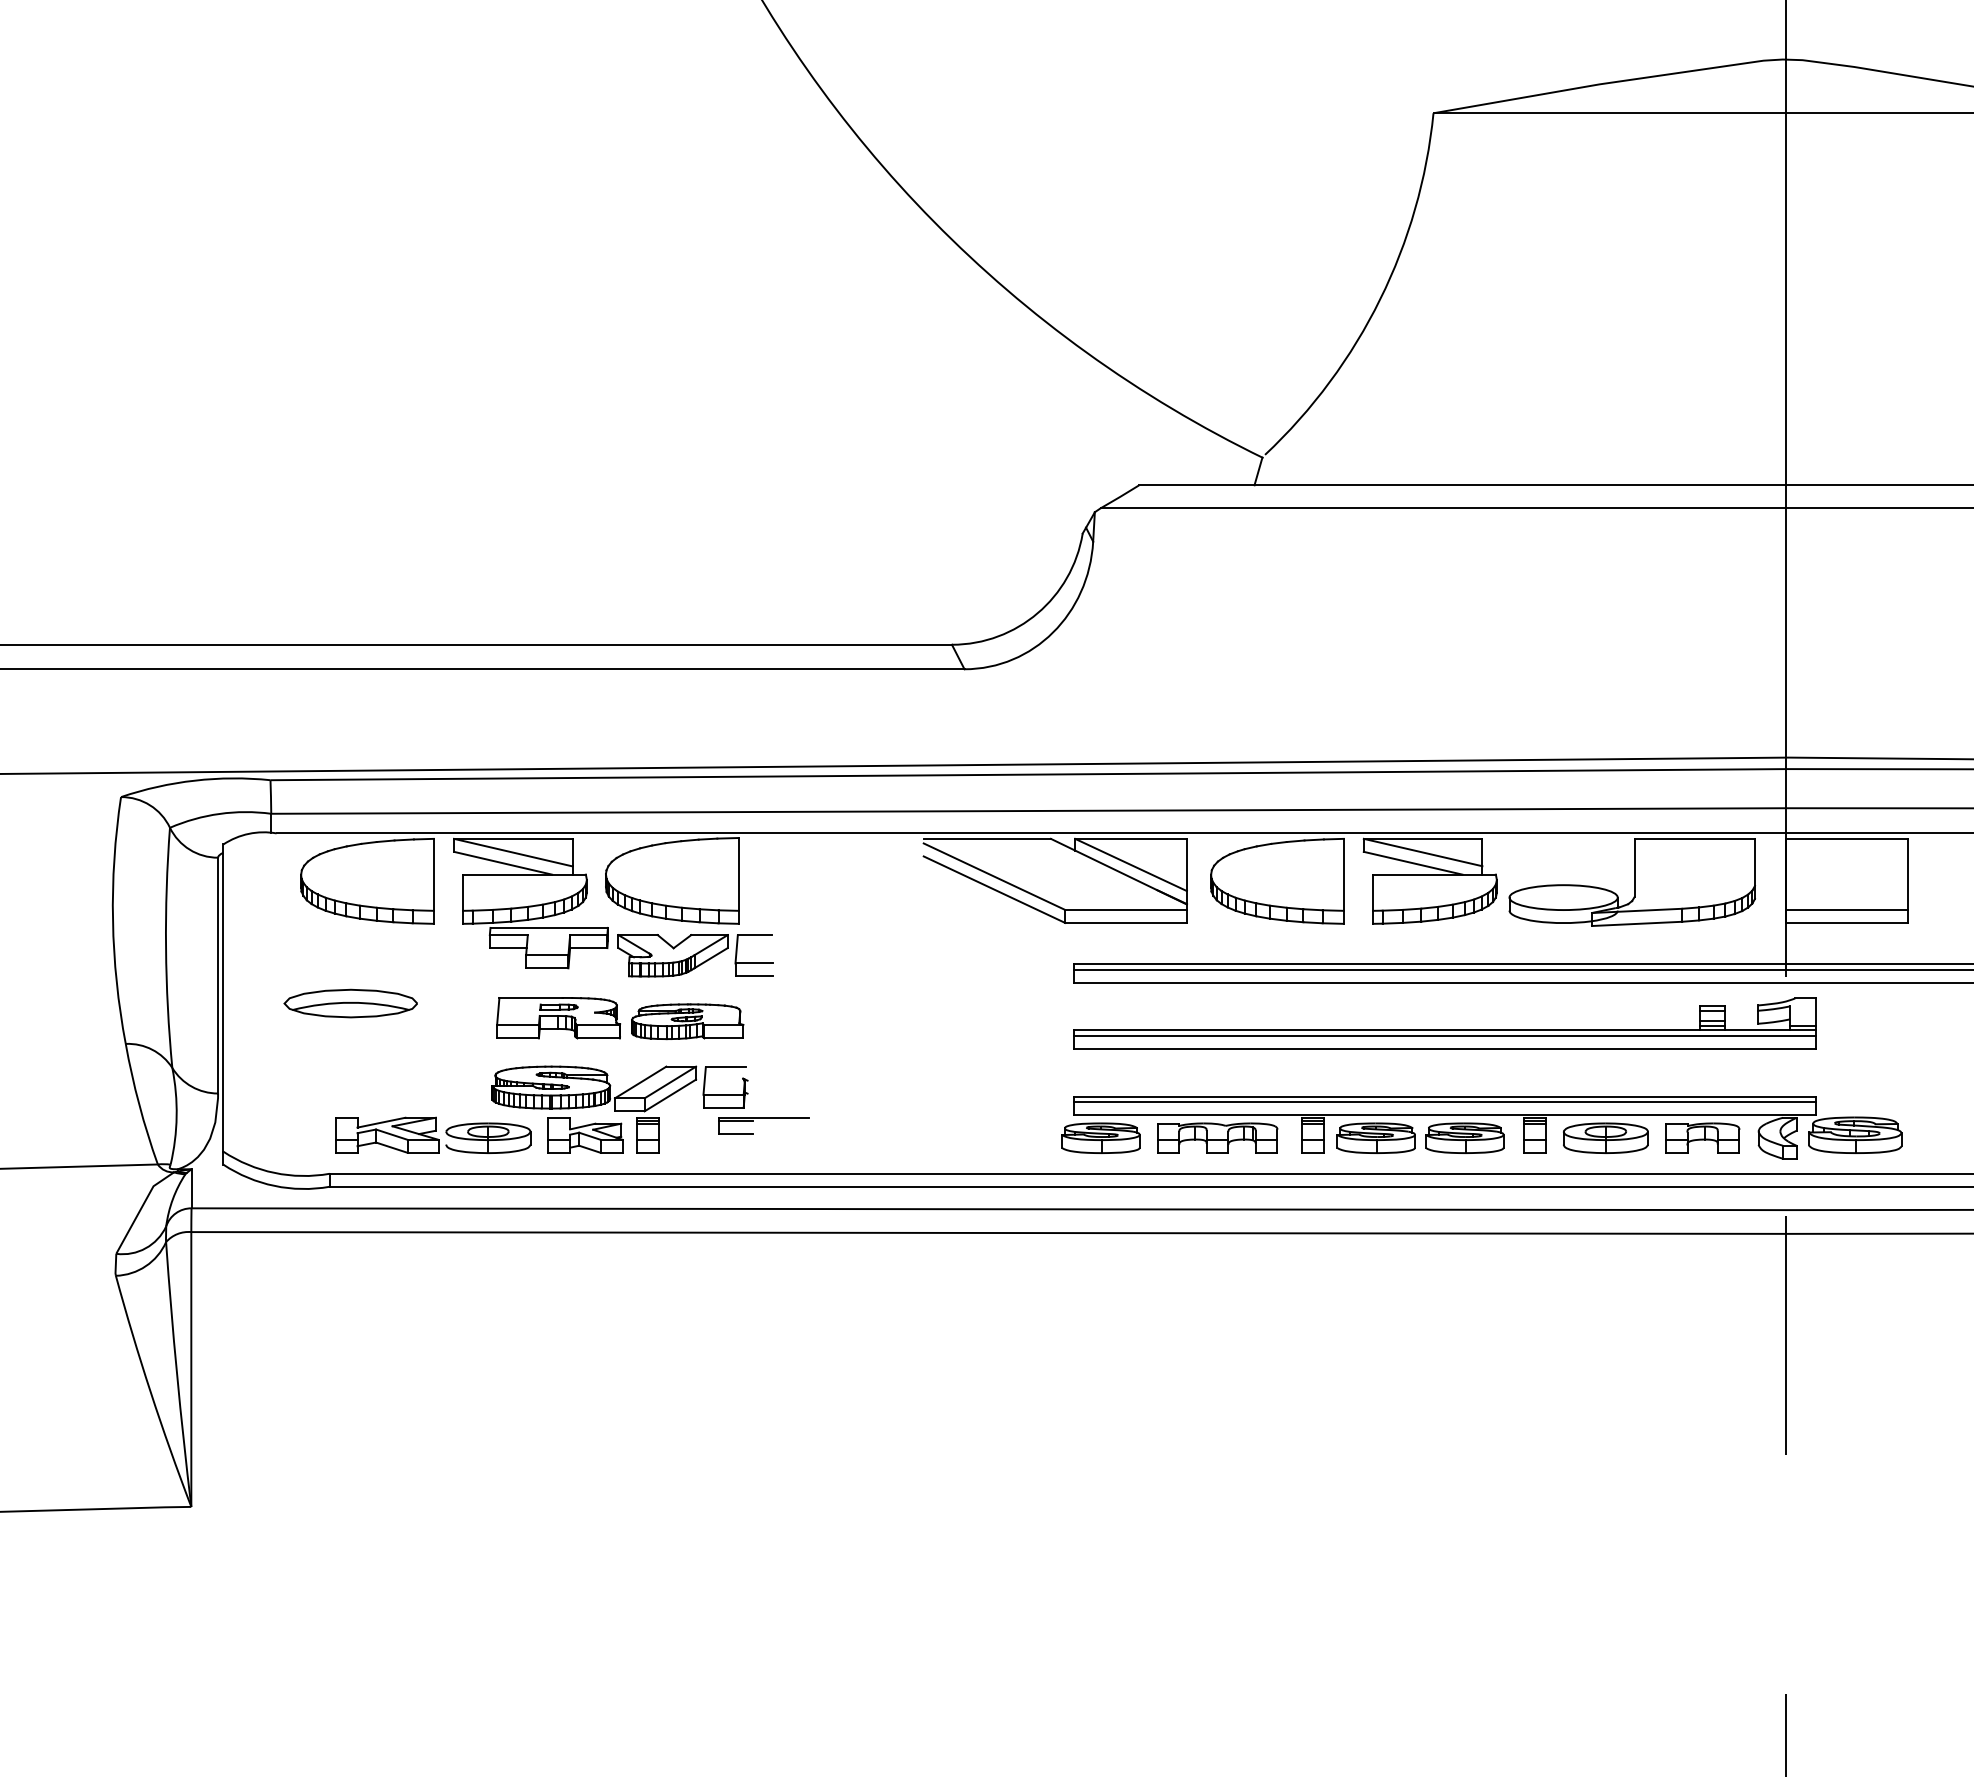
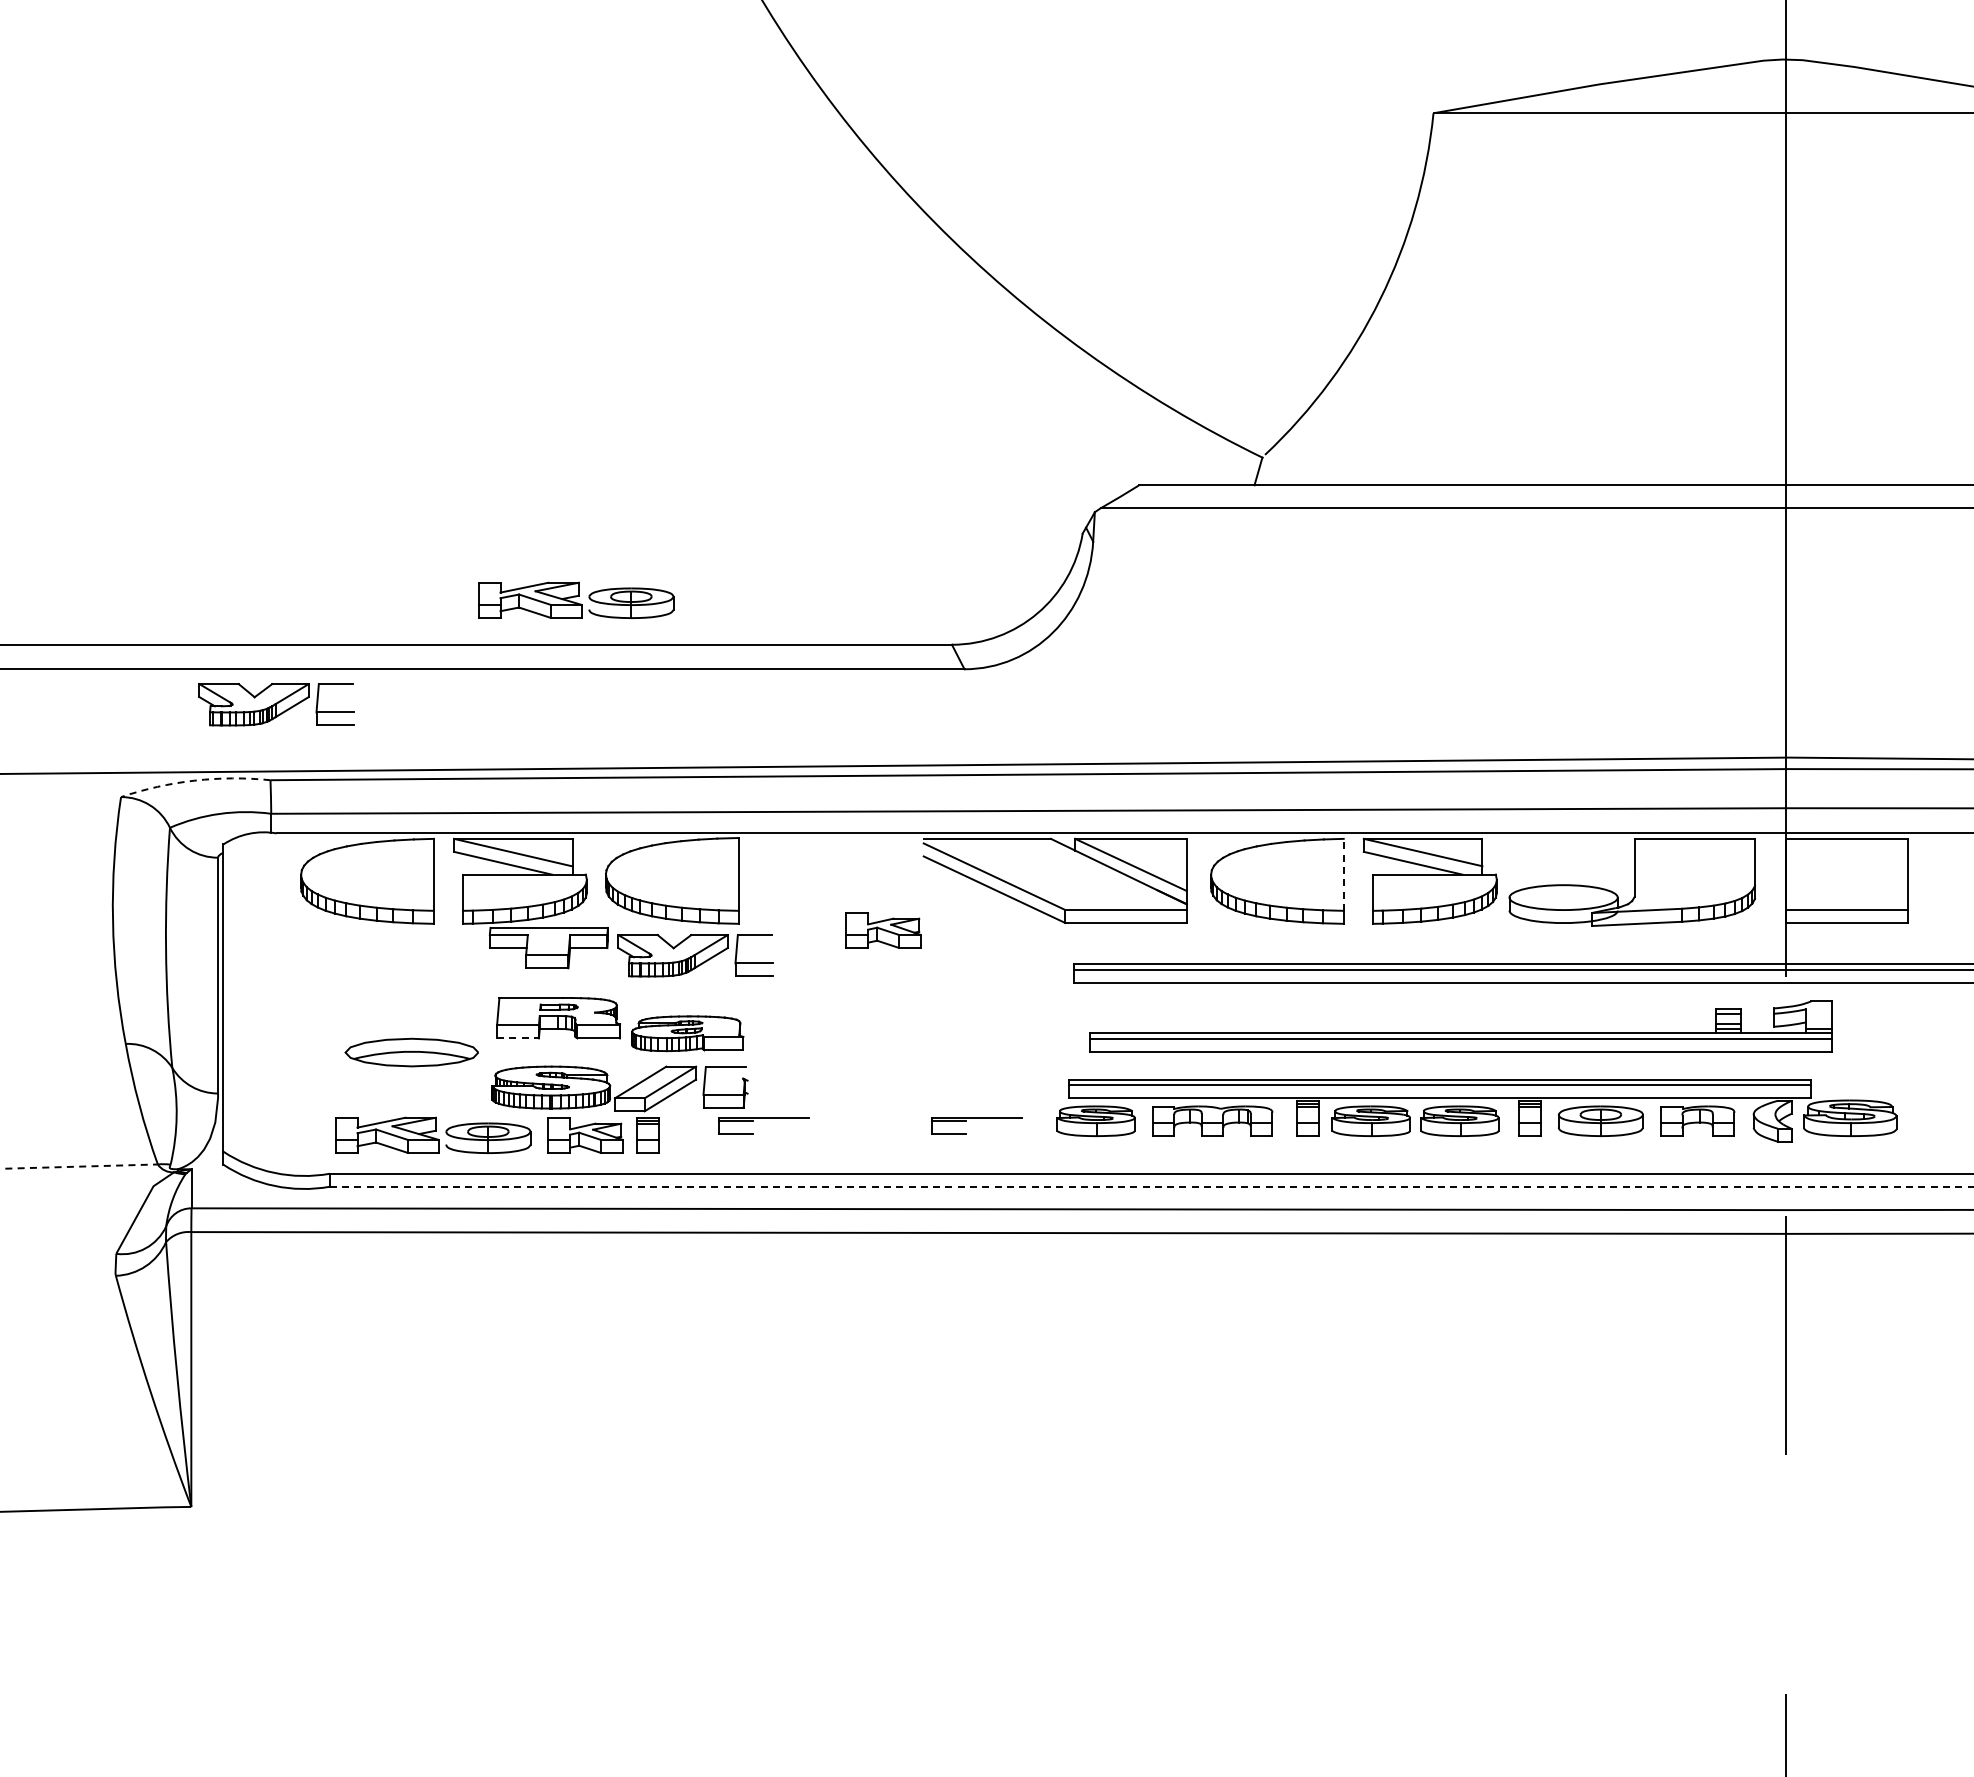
part at (576, 599): none -> present
part at (276, 704): none -> present
arc at (194, 780): solid -> dashed
line at (1343, 874): solid -> dashed
part at (883, 930): none -> present
part at (350, 1003) position: (350, 1003) -> (411, 1052)
part at (687, 1021) position: (687, 1021) -> (687, 1033)
part at (1444, 1023) position: (1444, 1023) -> (1460, 1026)
line at (518, 1038): solid -> dashed
part at (976, 1118): none -> present
part at (1481, 1127) position: (1481, 1127) -> (1476, 1110)
line at (79, 1166): solid -> dashed
line at (1151, 1186): solid -> dashed
